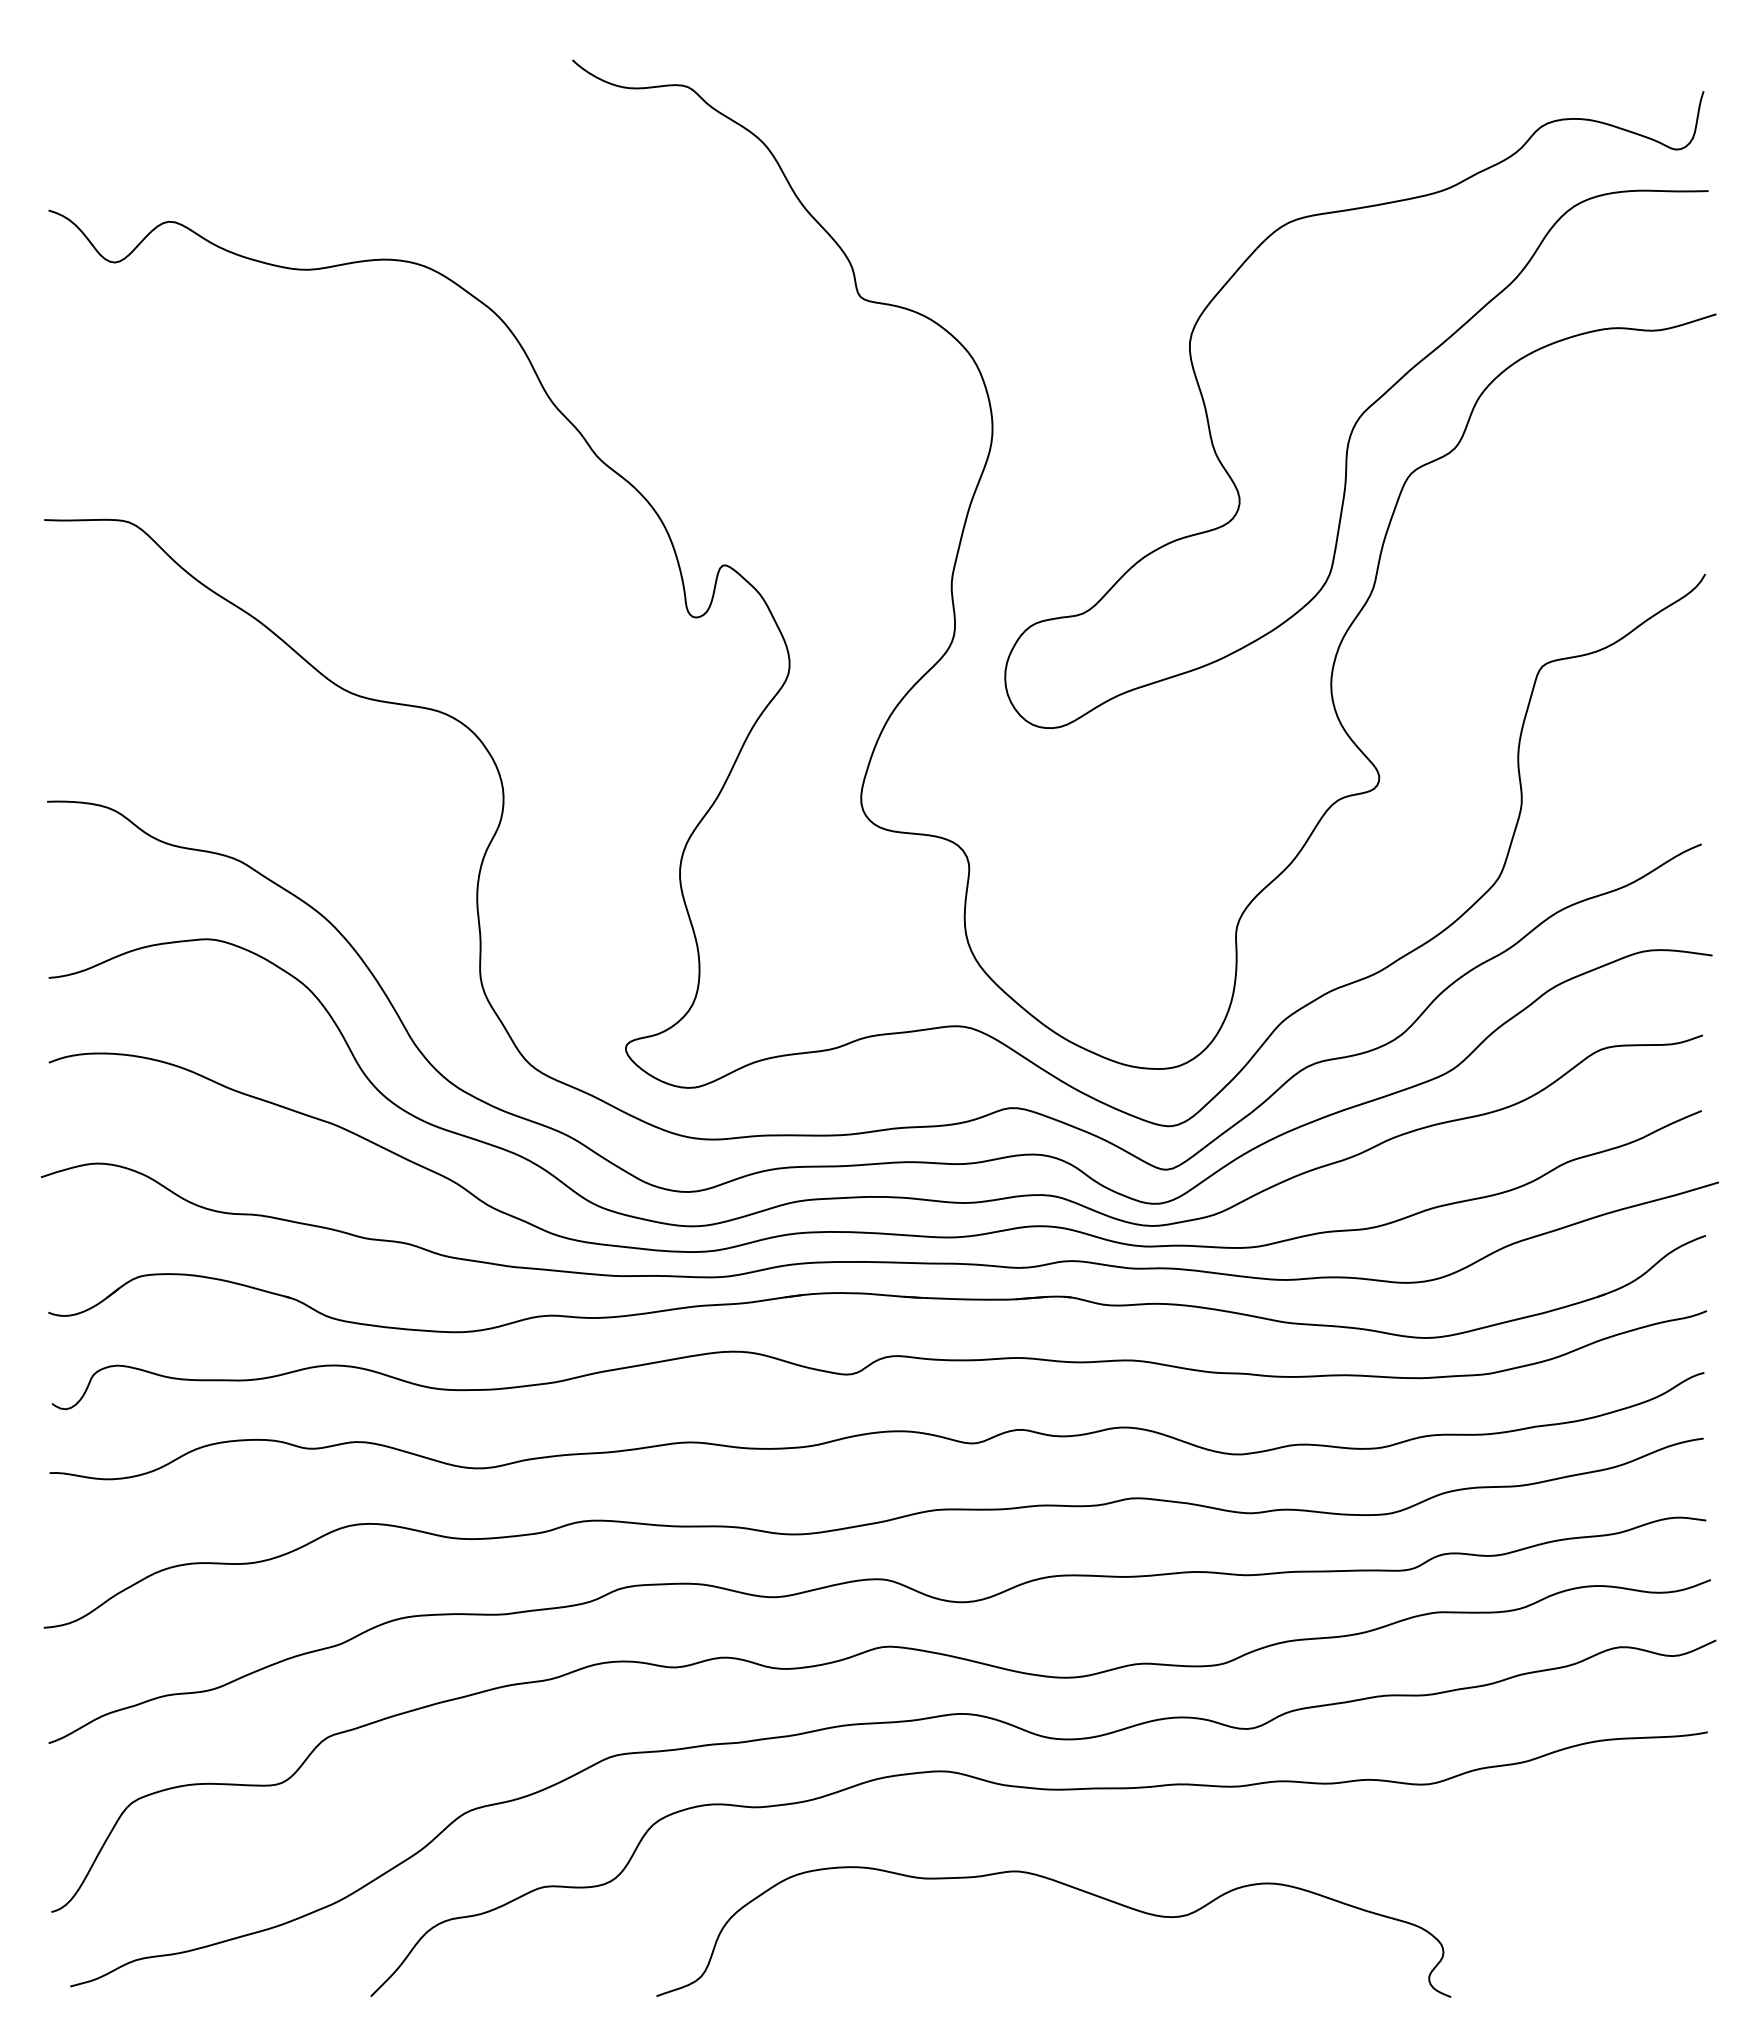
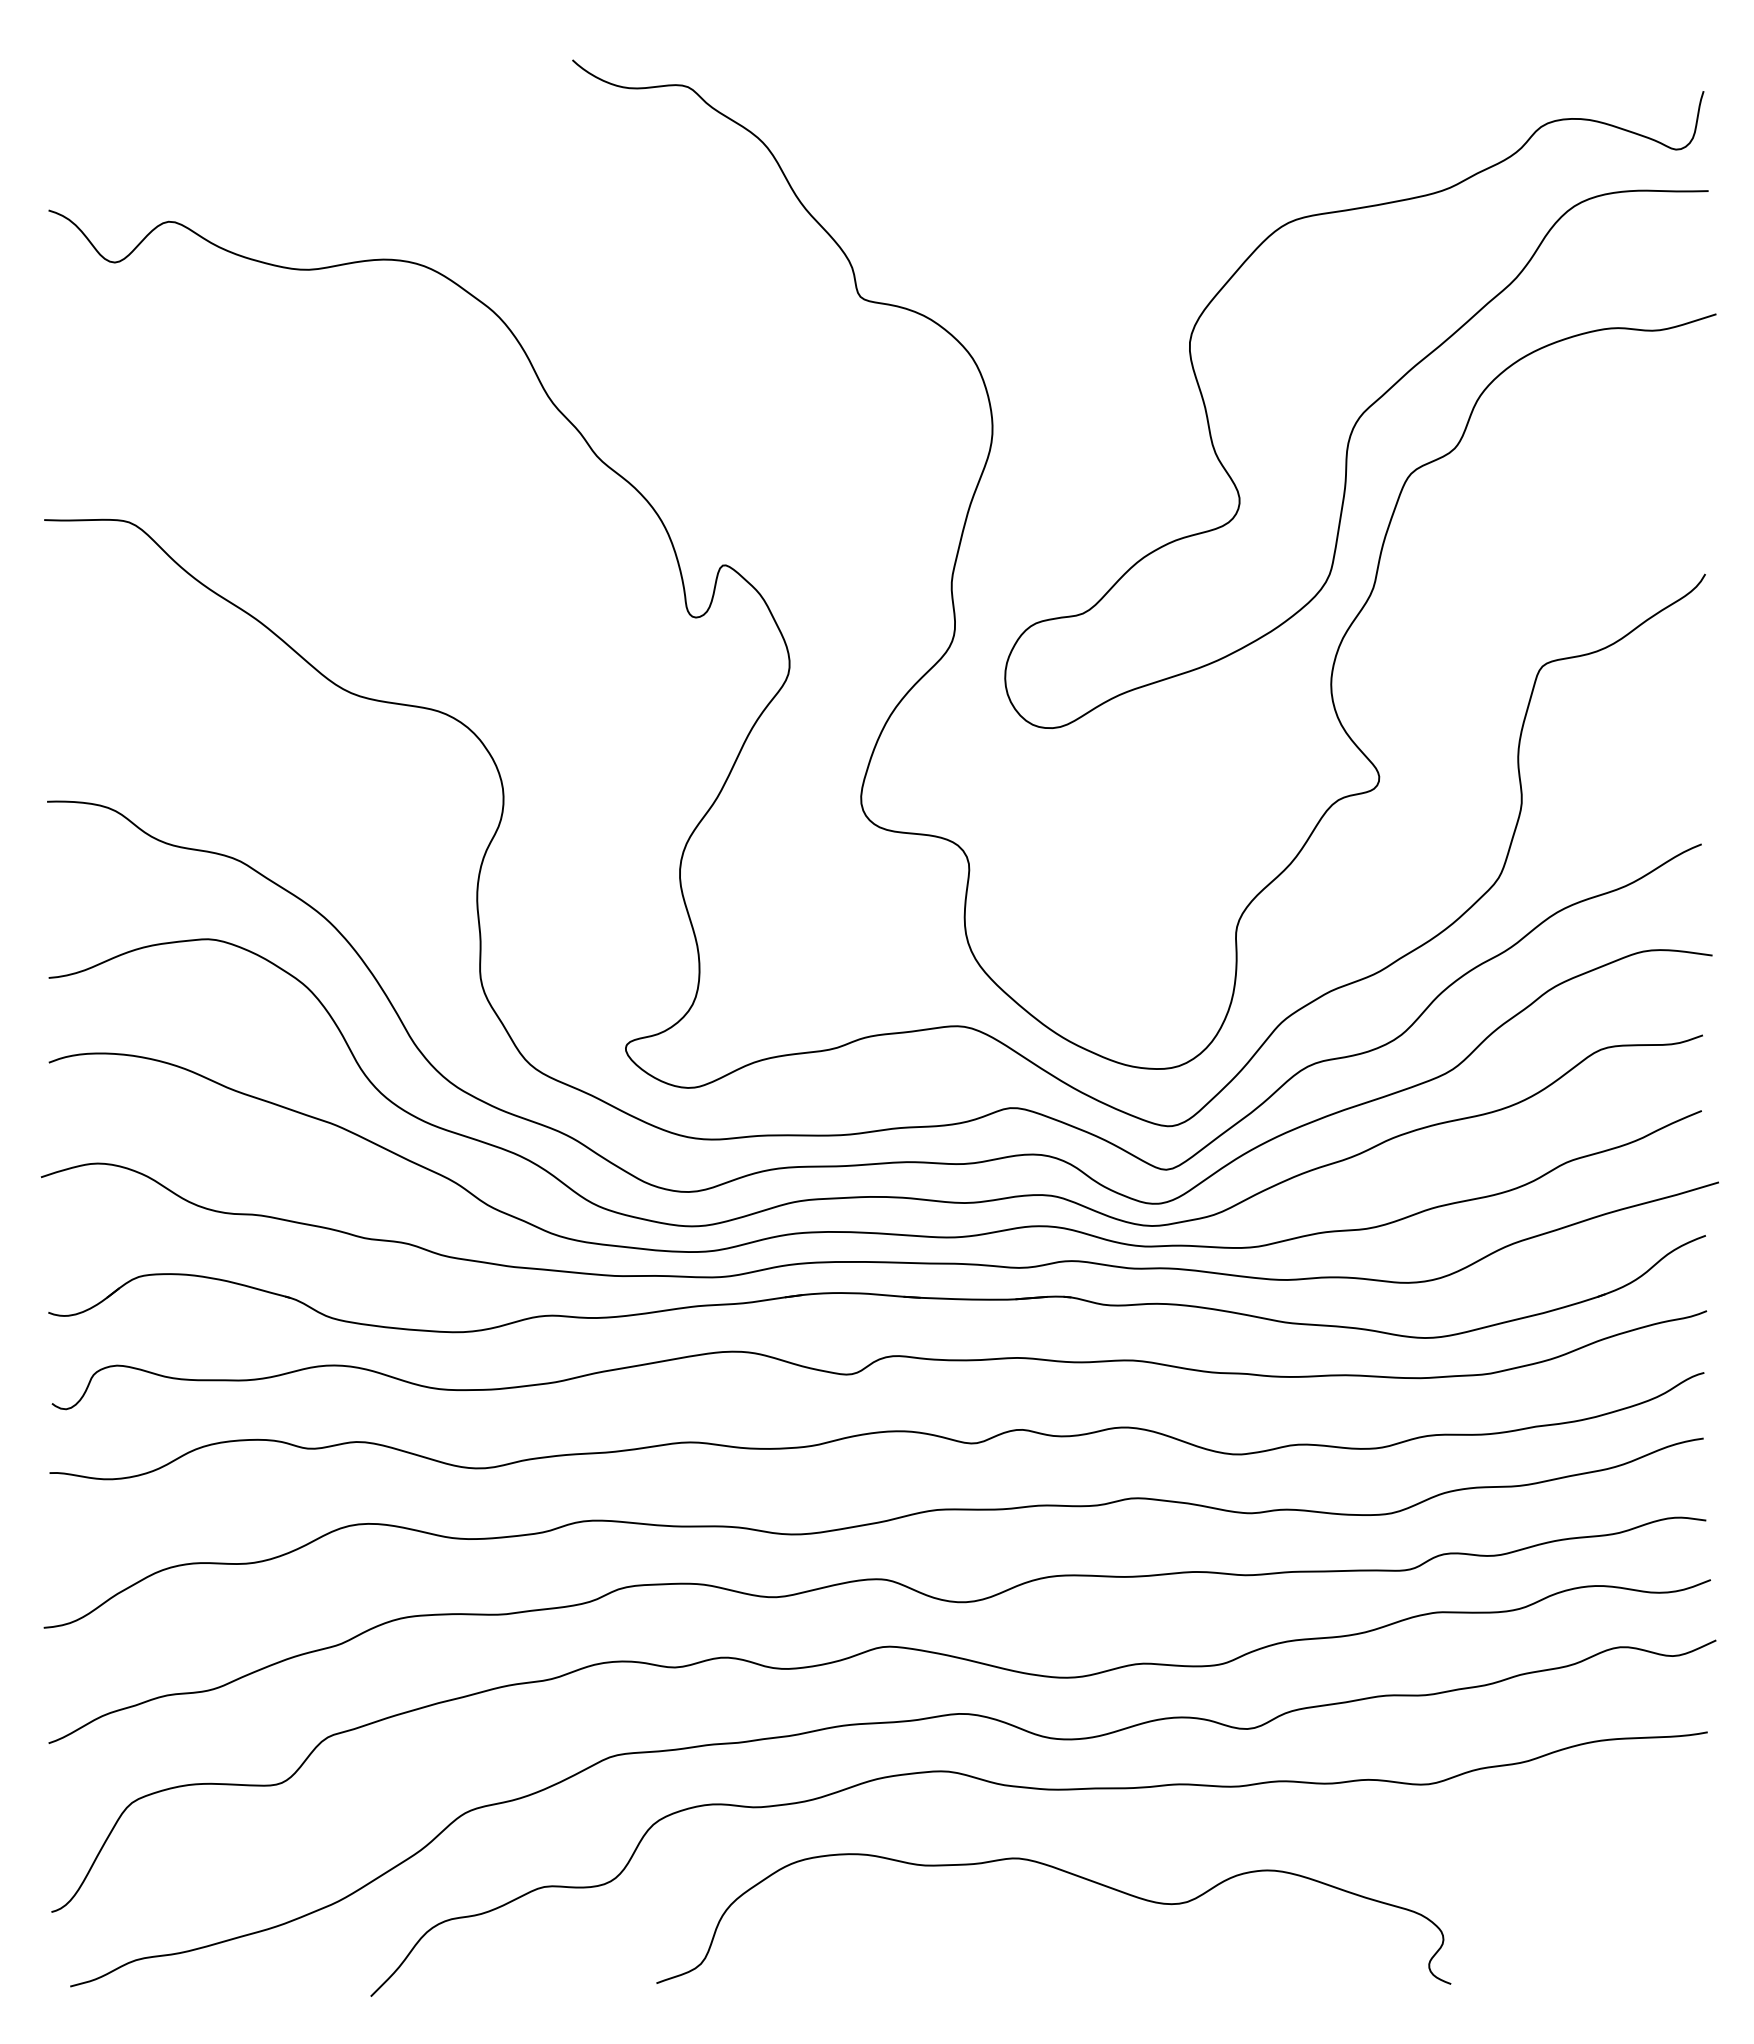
curve at (1072, 1888) position: (1072, 1888) -> (1072, 1875)
